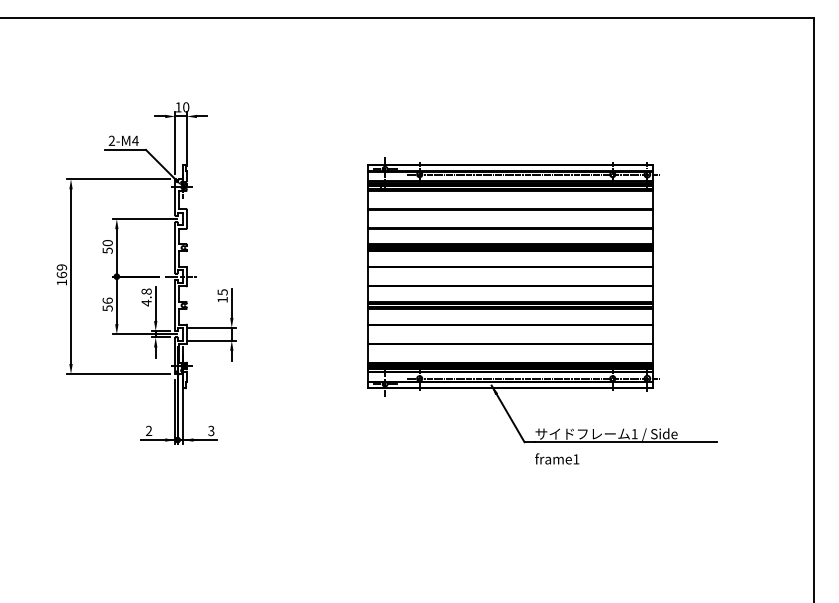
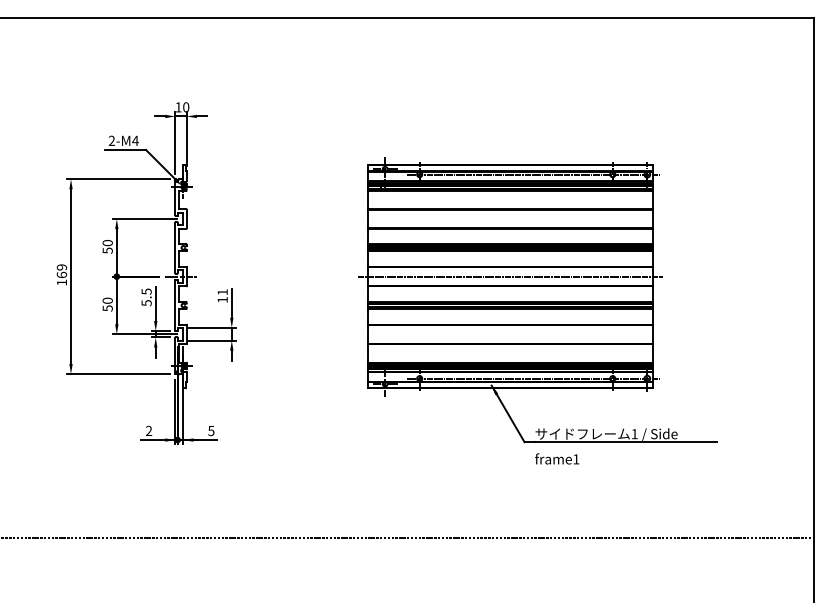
line at (510, 276): none -> present
text at (222, 292): 15 -> 11
text at (146, 297): 4.8 -> 5.5
text at (107, 300): 56 -> 50
text at (211, 430): 3 -> 5
line at (407, 538): none -> present
